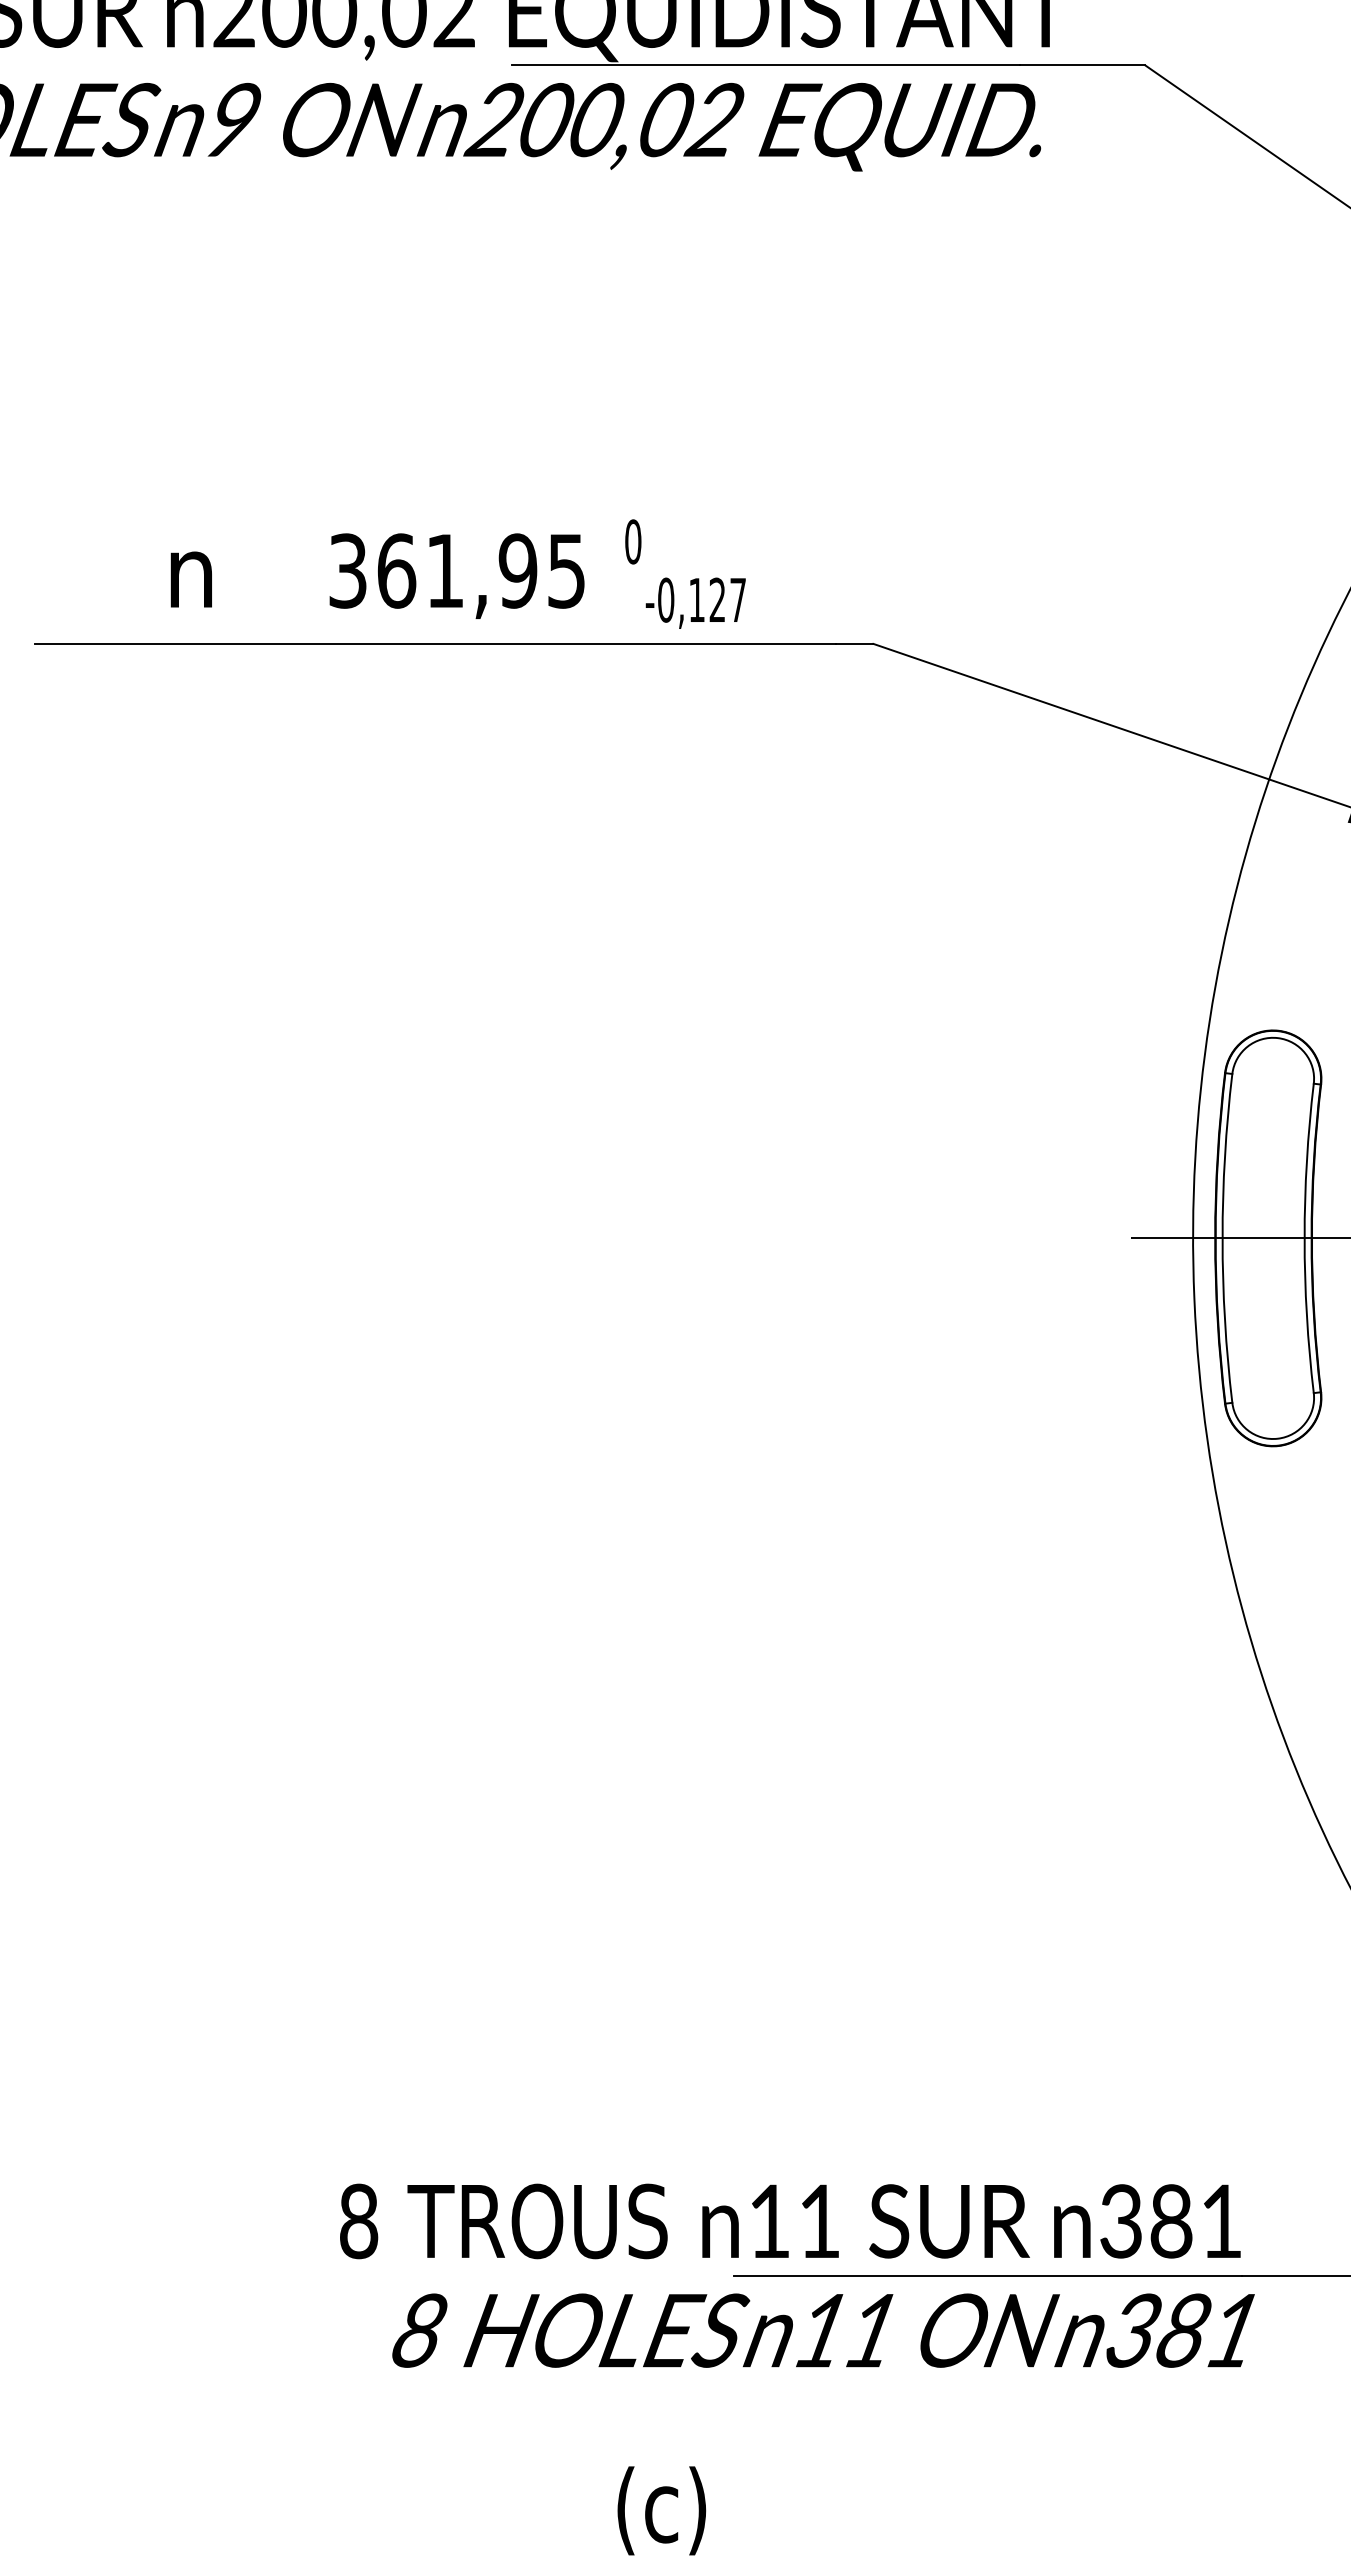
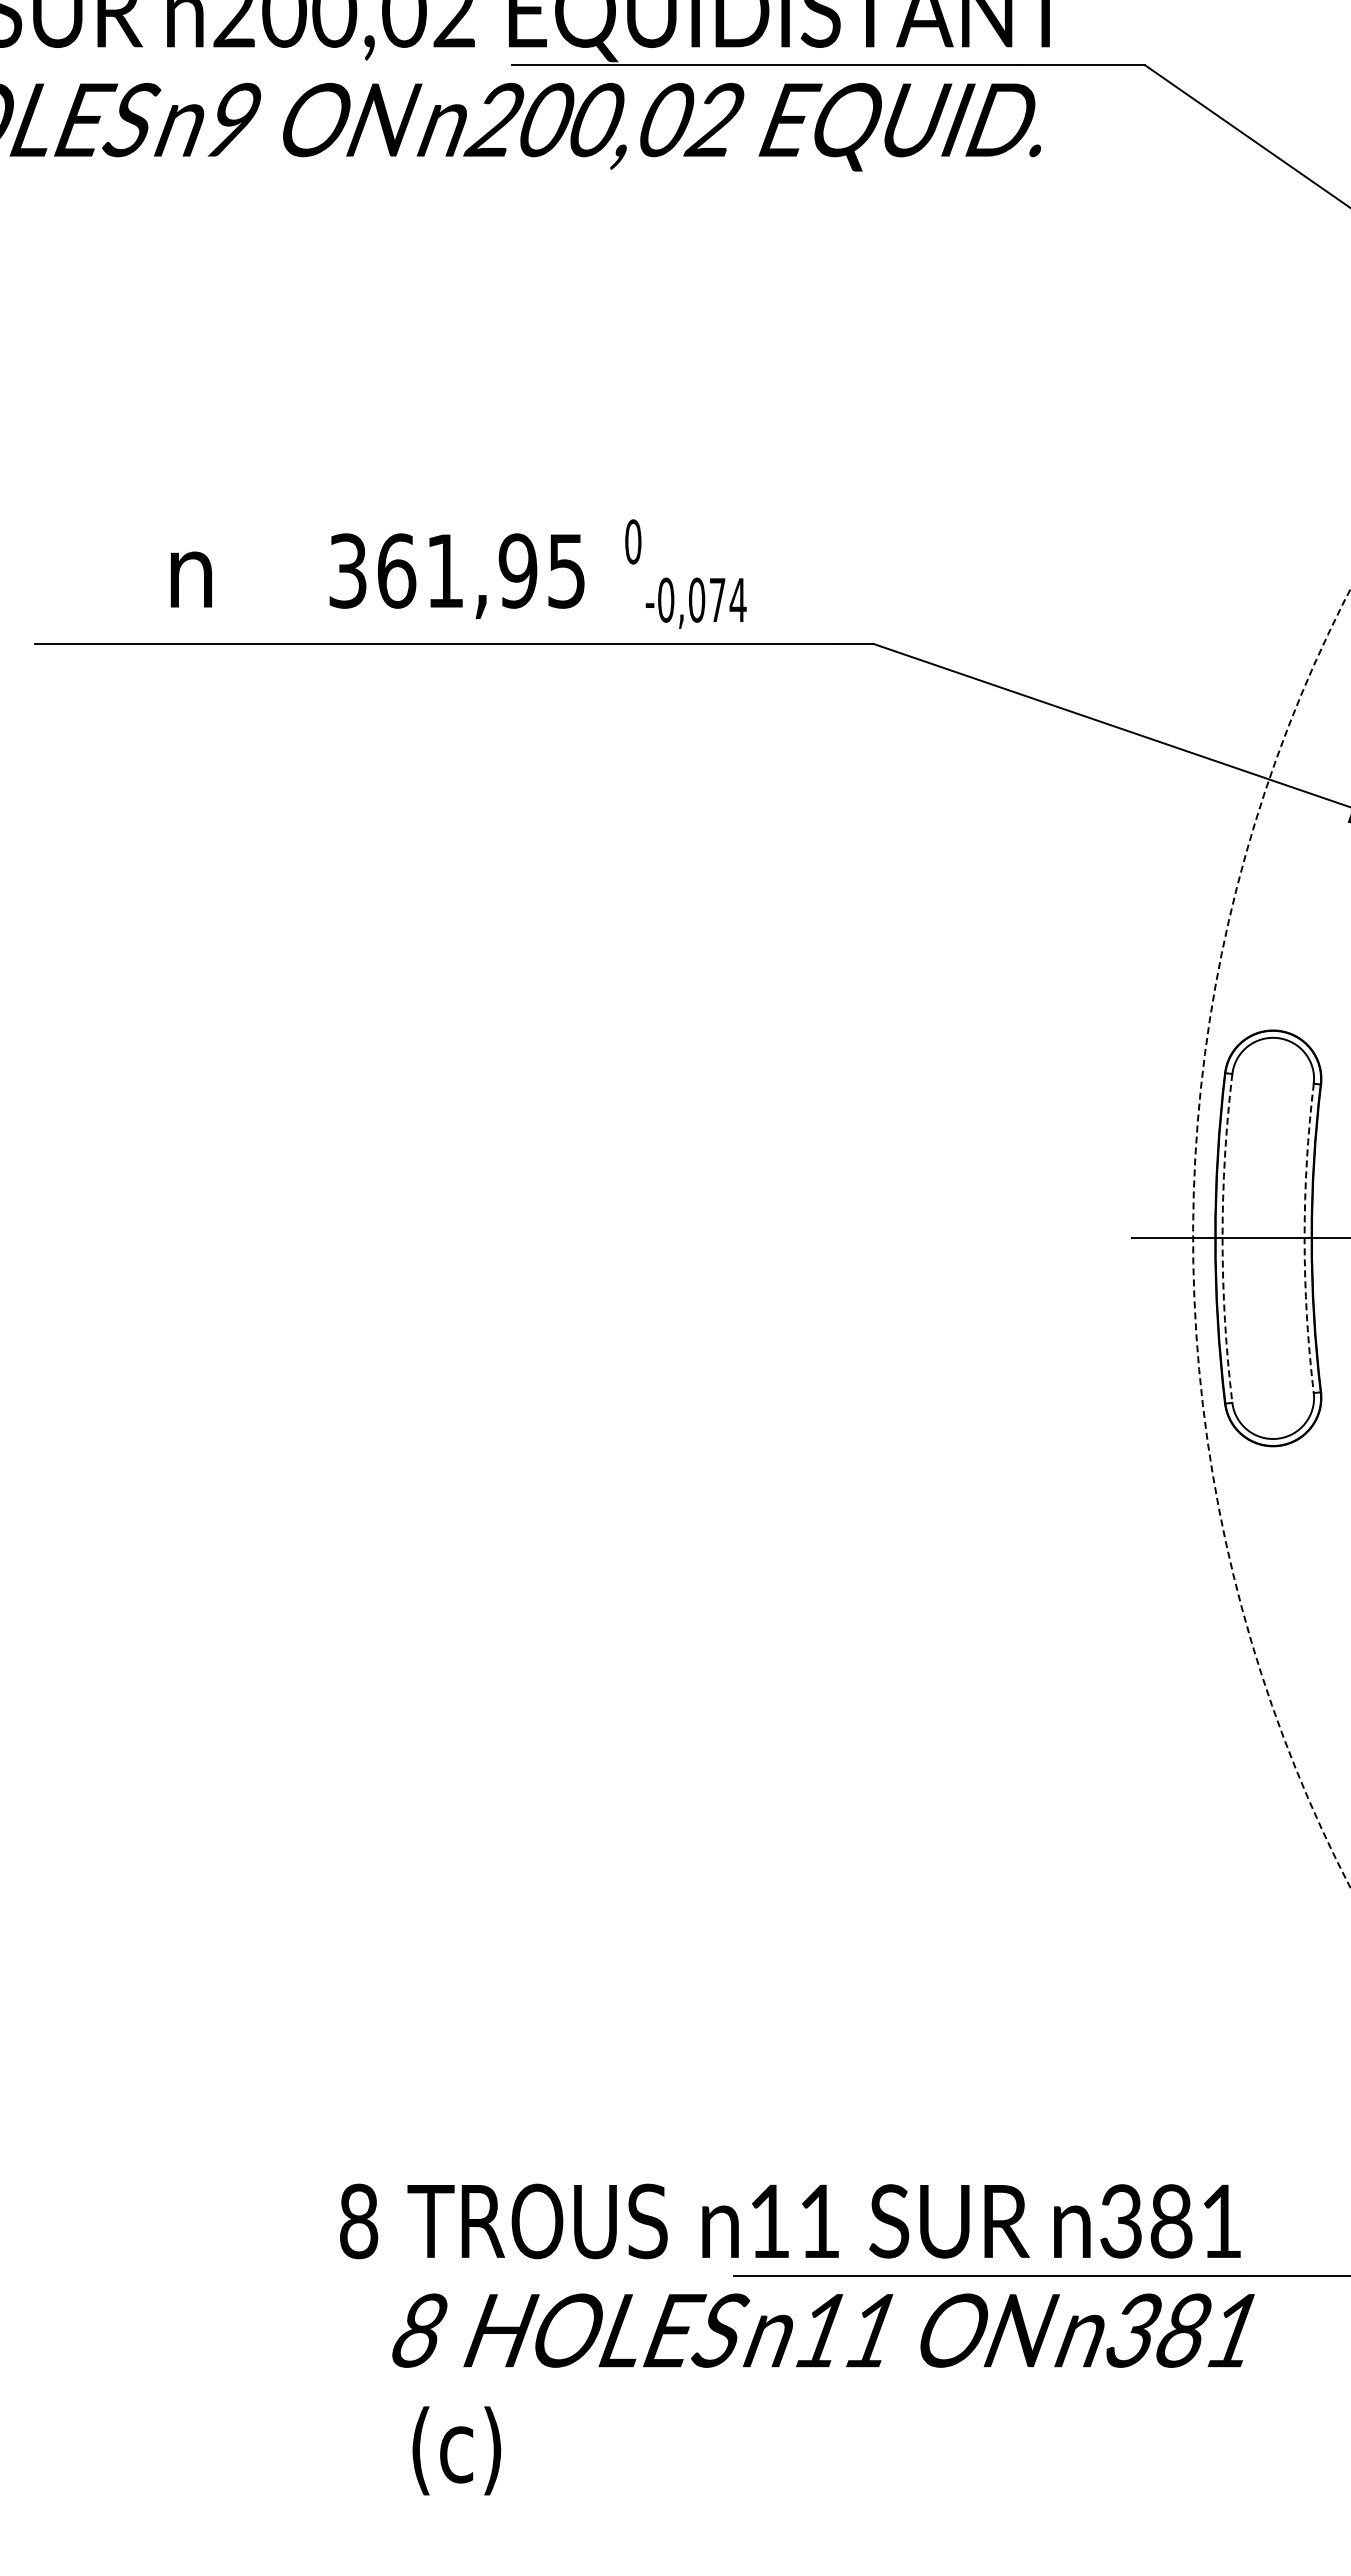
text at (717, 599): -0,127 -> -0,074
arc at (1193, 1237): solid -> dashed
arc at (1222, 1238): solid -> dashed
arc at (1304, 1238): solid -> dashed
text at (661, 2510) position: (661, 2510) -> (456, 2450)
